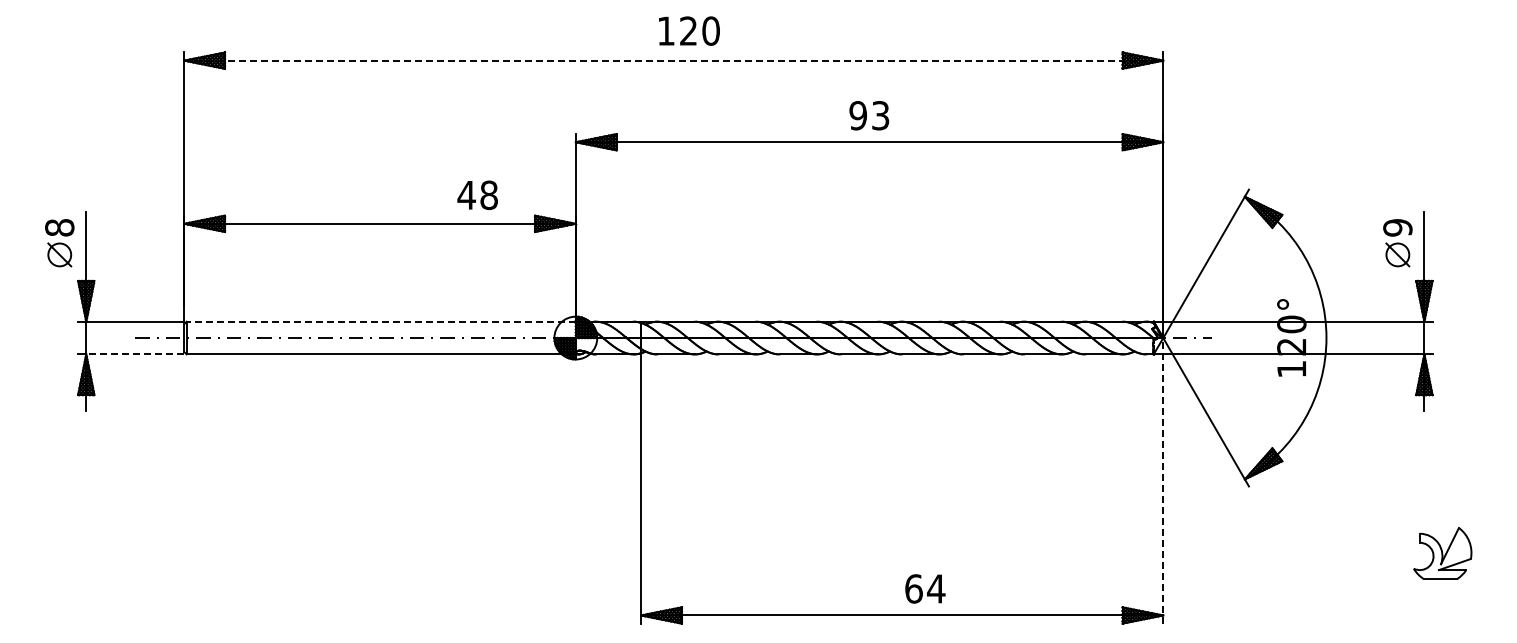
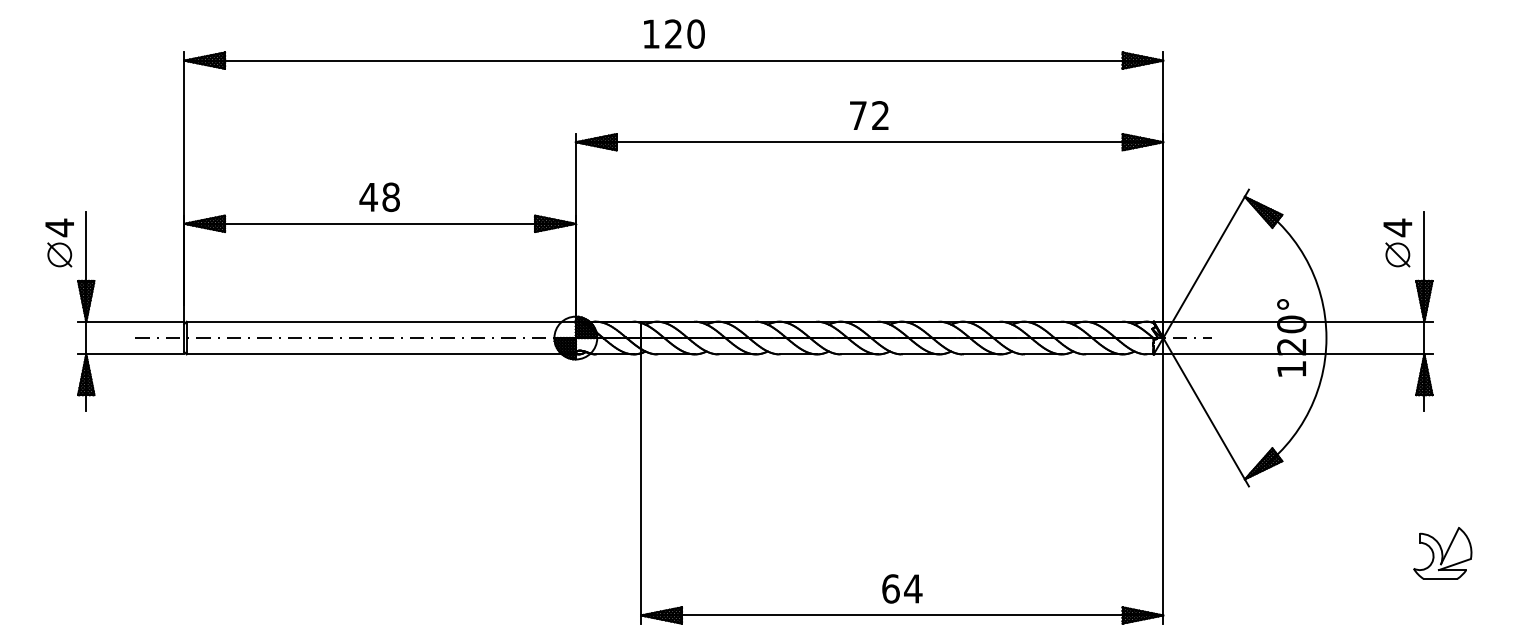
text at (689, 30) position: (689, 30) -> (674, 33)
line at (673, 60): dashed -> solid
text at (869, 115): 93 -> 72
text at (477, 195) position: (477, 195) -> (379, 197)
text at (59, 227): 8 -> 4
text at (1397, 227): 9 -> 4
line at (381, 321): dashed -> solid
line at (135, 354): dashed -> solid
line at (1163, 480): dashed -> solid
text at (925, 588) position: (925, 588) -> (902, 588)
